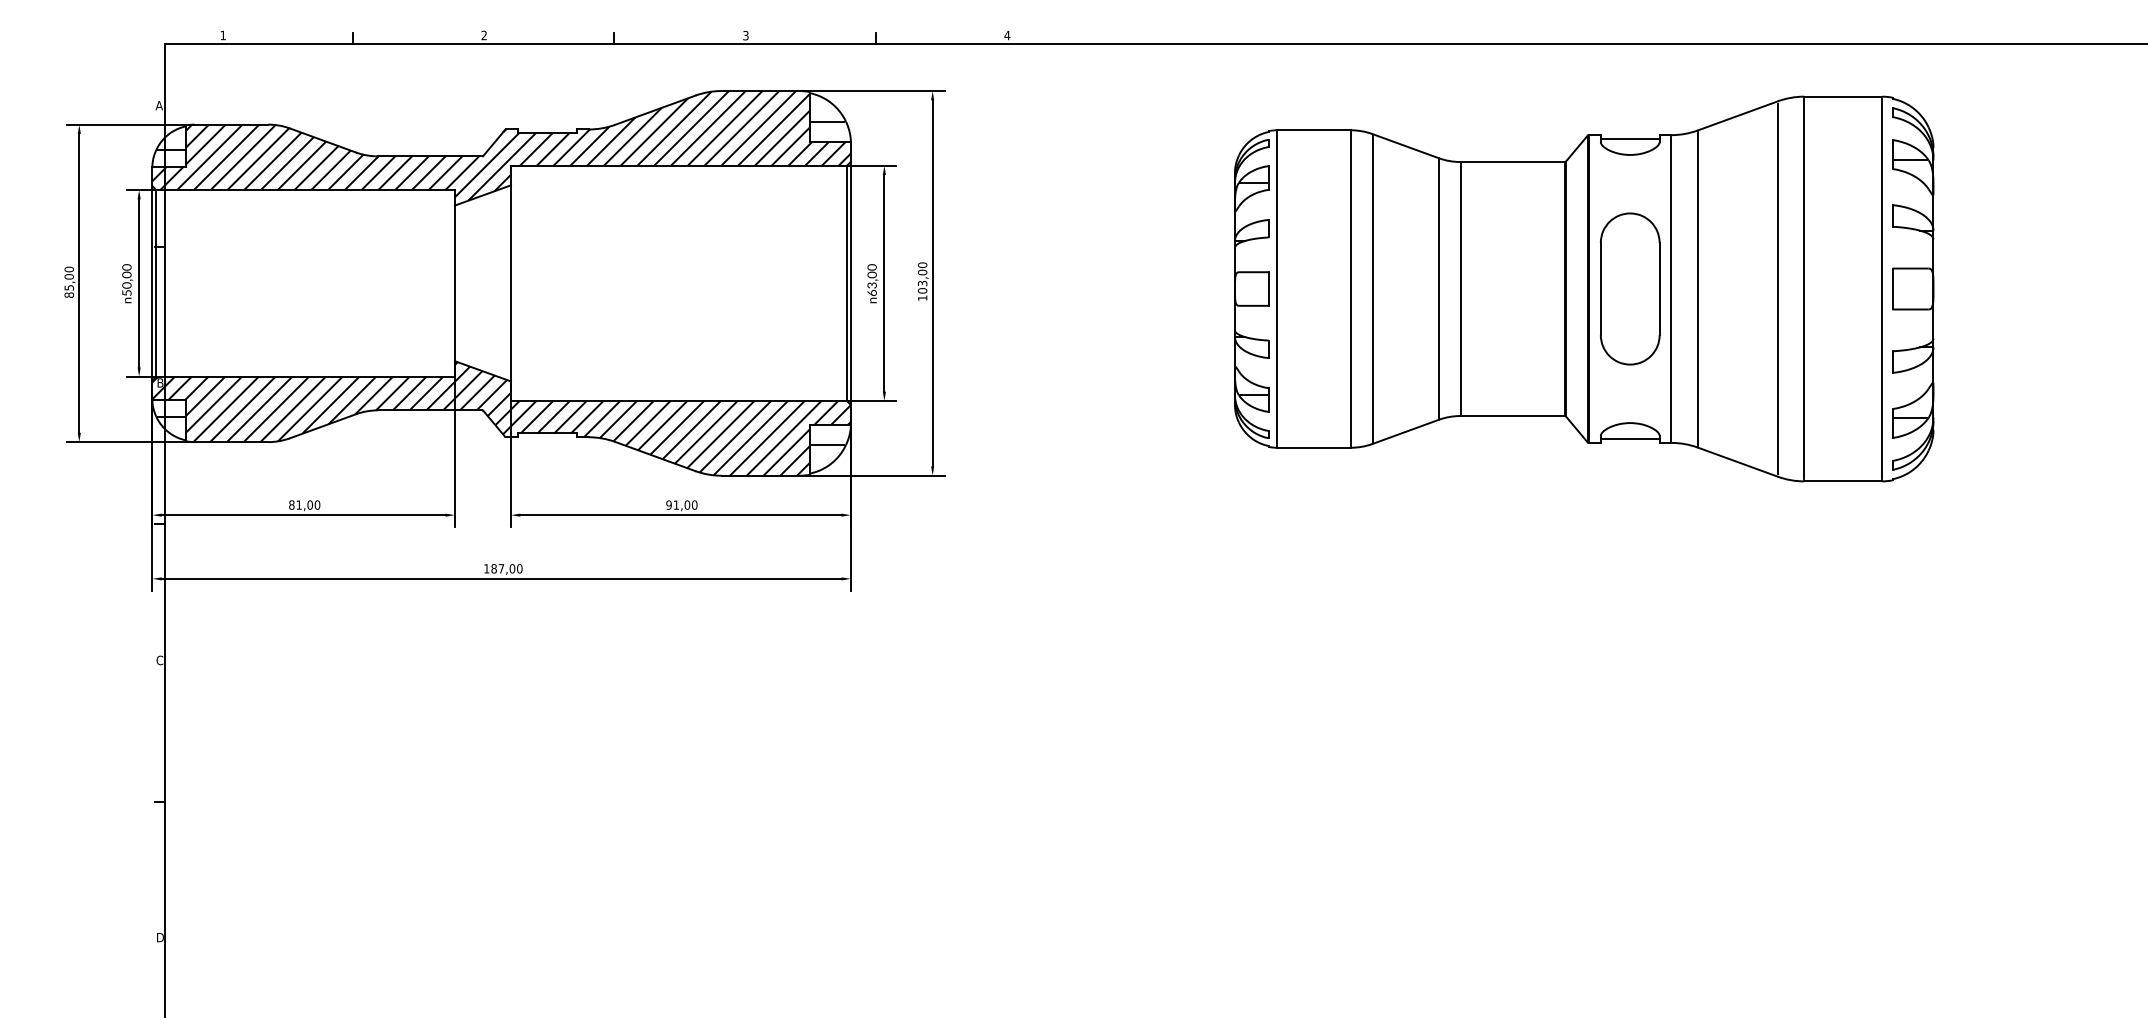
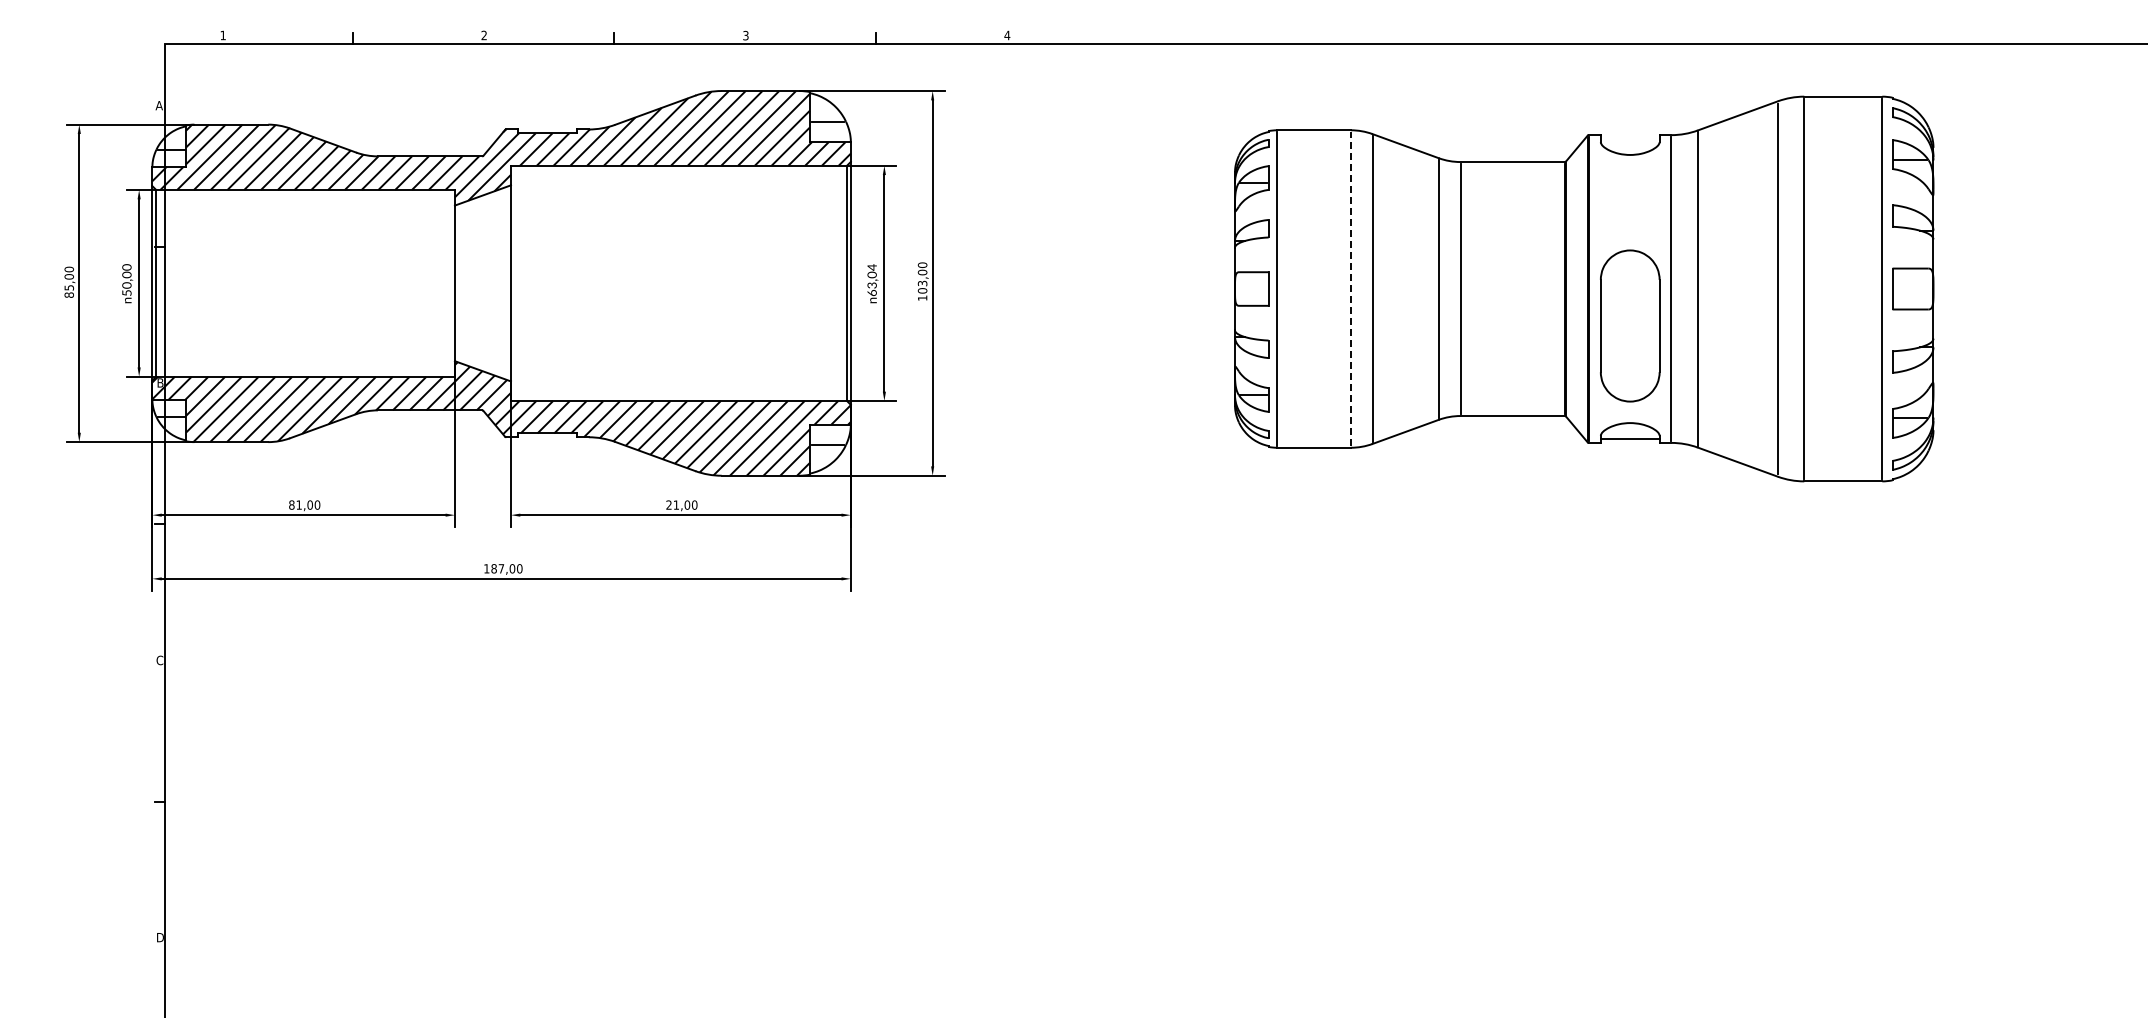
line at (1629, 138): present -> none
text at (871, 267): 63,00 -> 63,04
part at (1630, 288) position: (1630, 288) -> (1630, 325)
line at (1350, 289): solid -> dashed
text at (668, 504): 91,00 -> 21,00
